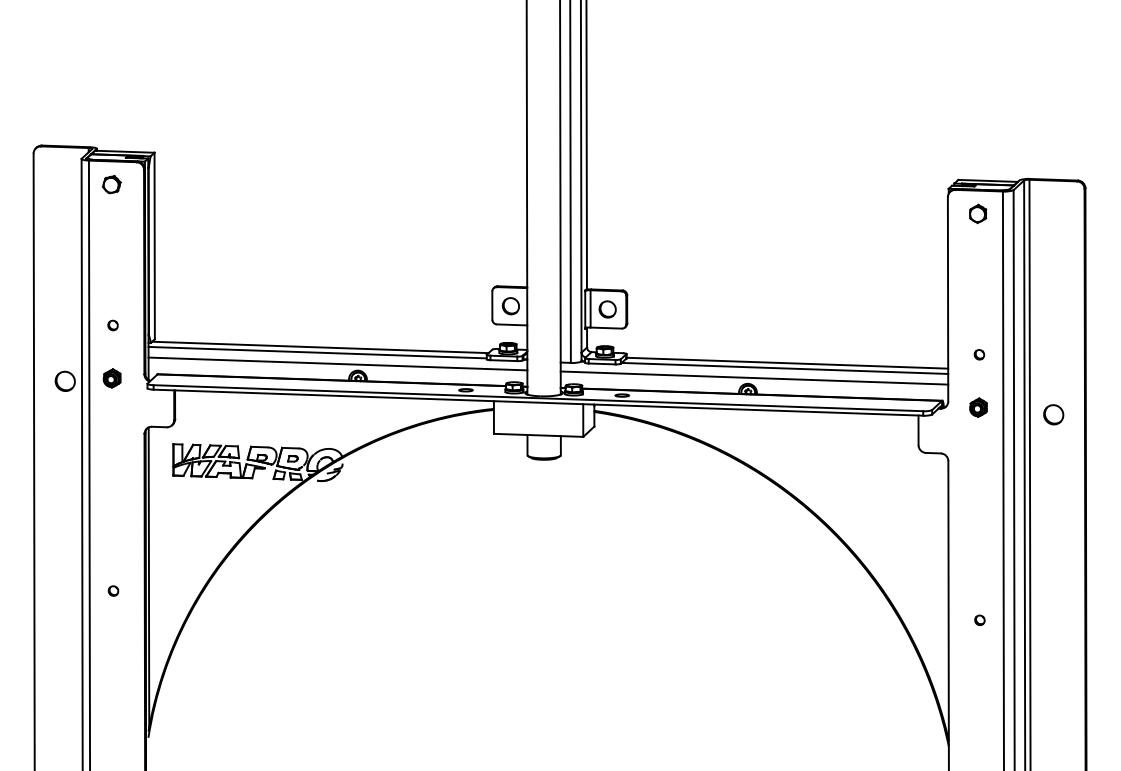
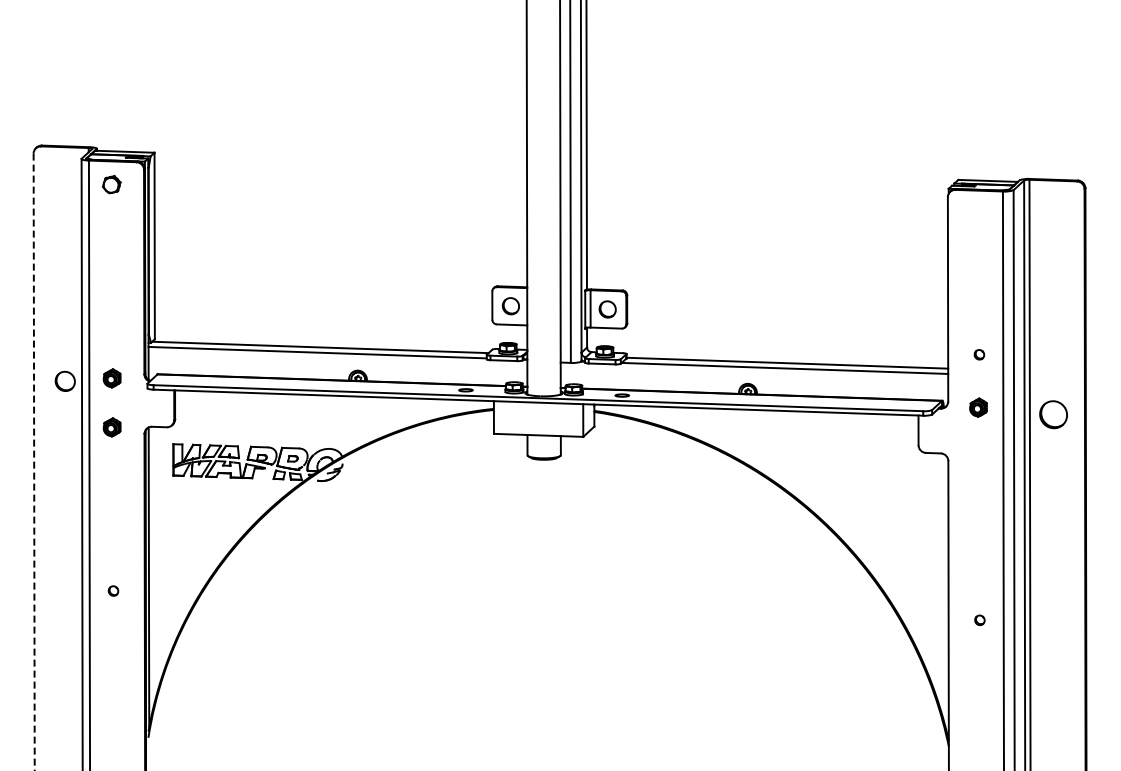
part at (978, 213): present -> none
part at (112, 325): present -> none
line at (337, 363): present -> none
line at (754, 377): present -> none
part at (1053, 414) size: 22x22 px -> 29x30 px
part at (111, 427): none -> present
line at (34, 462): solid -> dashed
